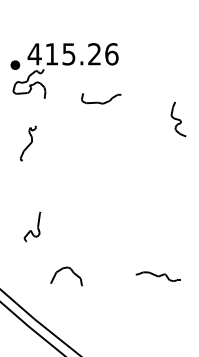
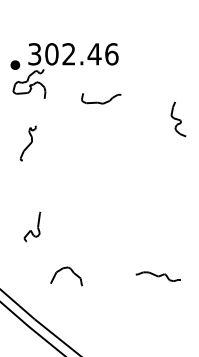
text at (64, 54): 415.26 -> 302.46
